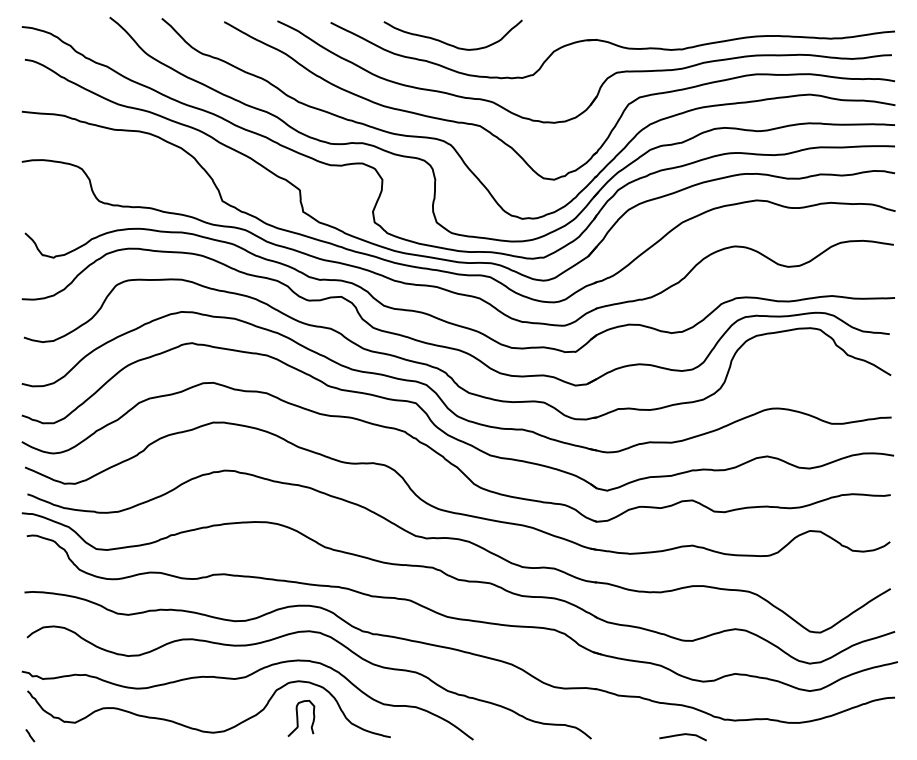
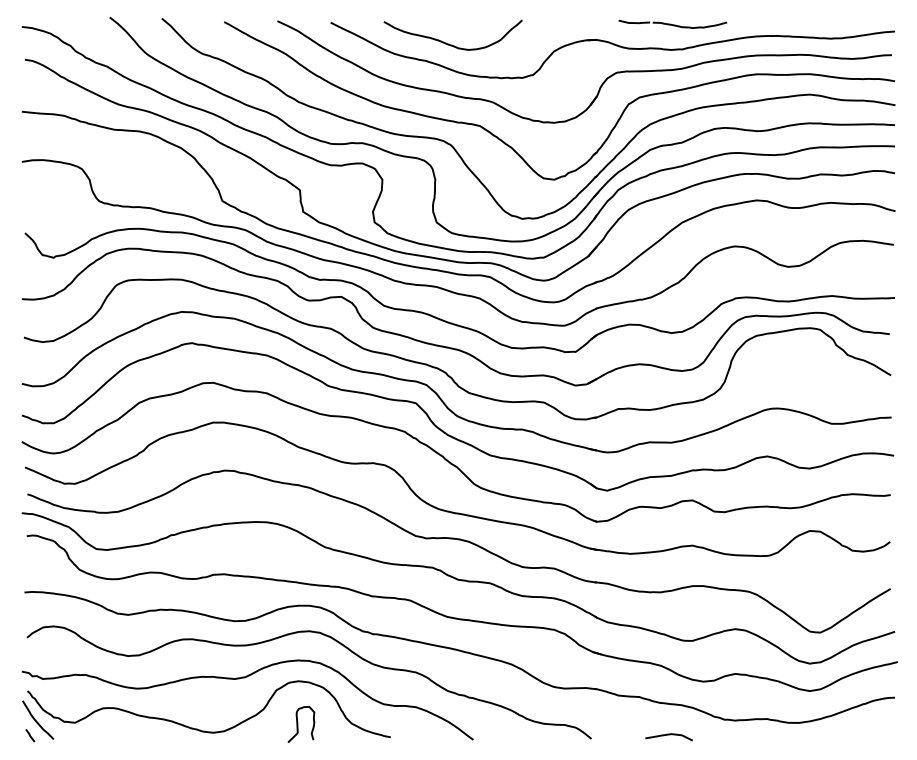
part at (672, 23): none -> present
curve at (298, 718) position: (298, 718) -> (298, 724)
curve at (36, 720): none -> present
curve at (682, 735) position: (682, 735) -> (668, 735)
